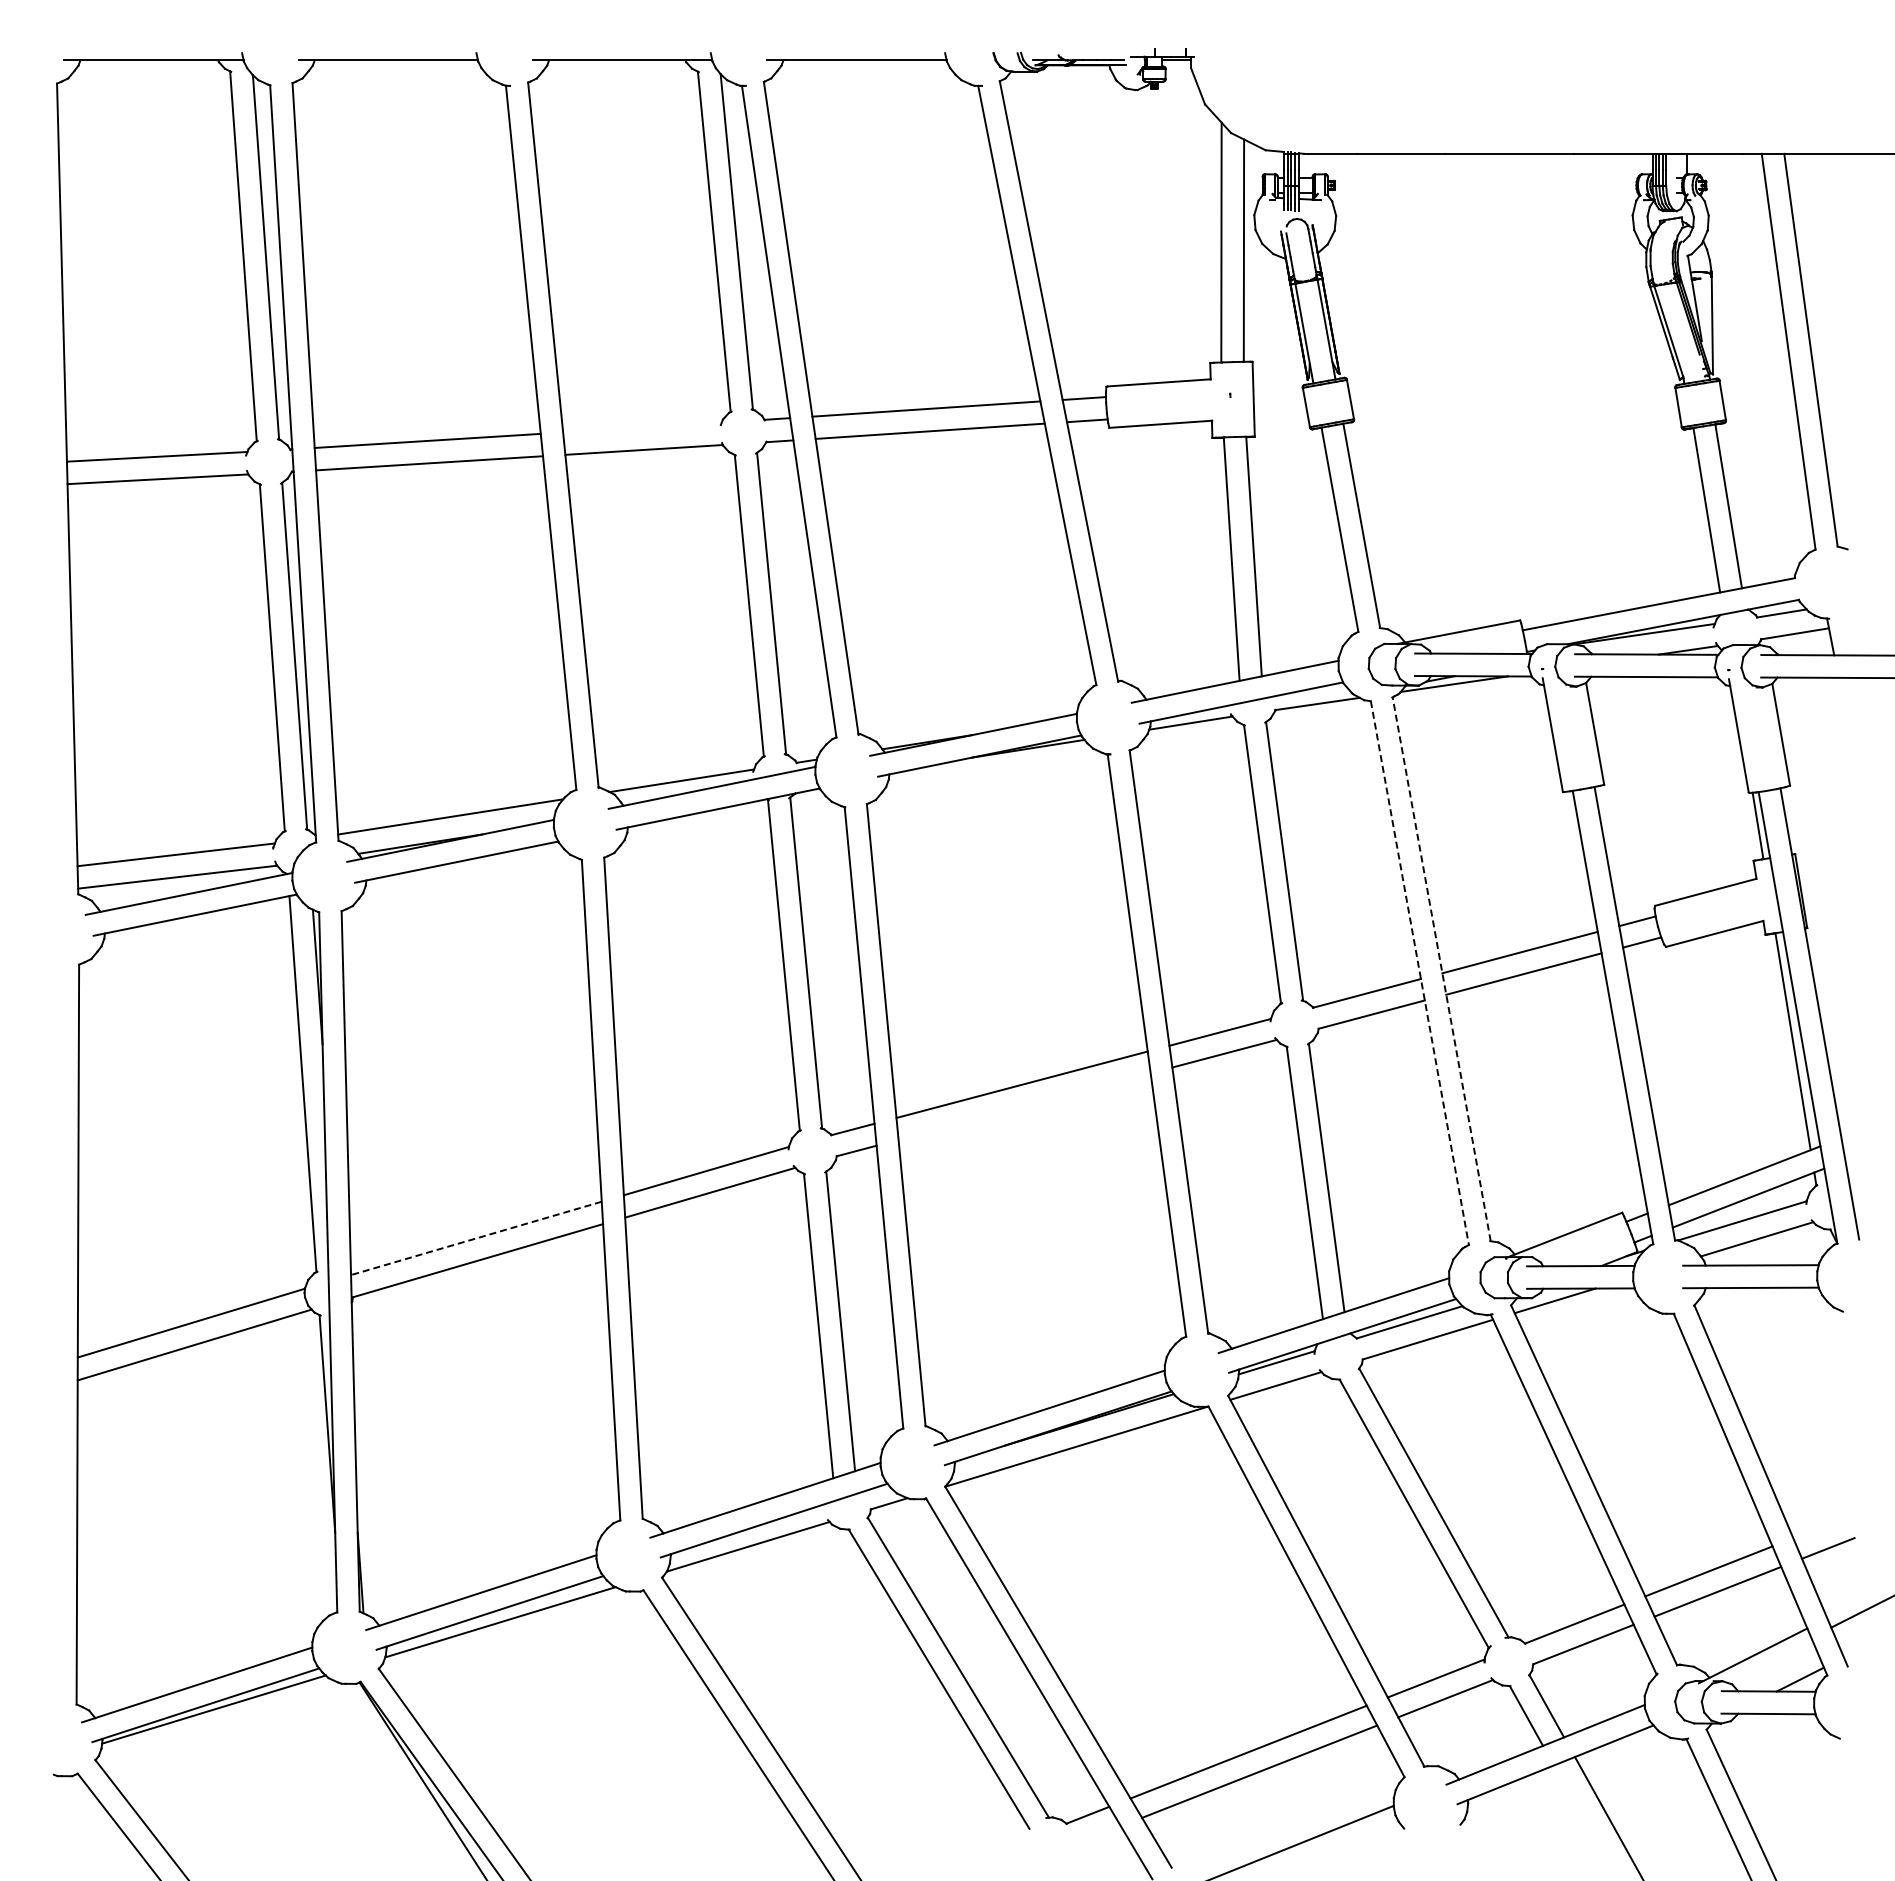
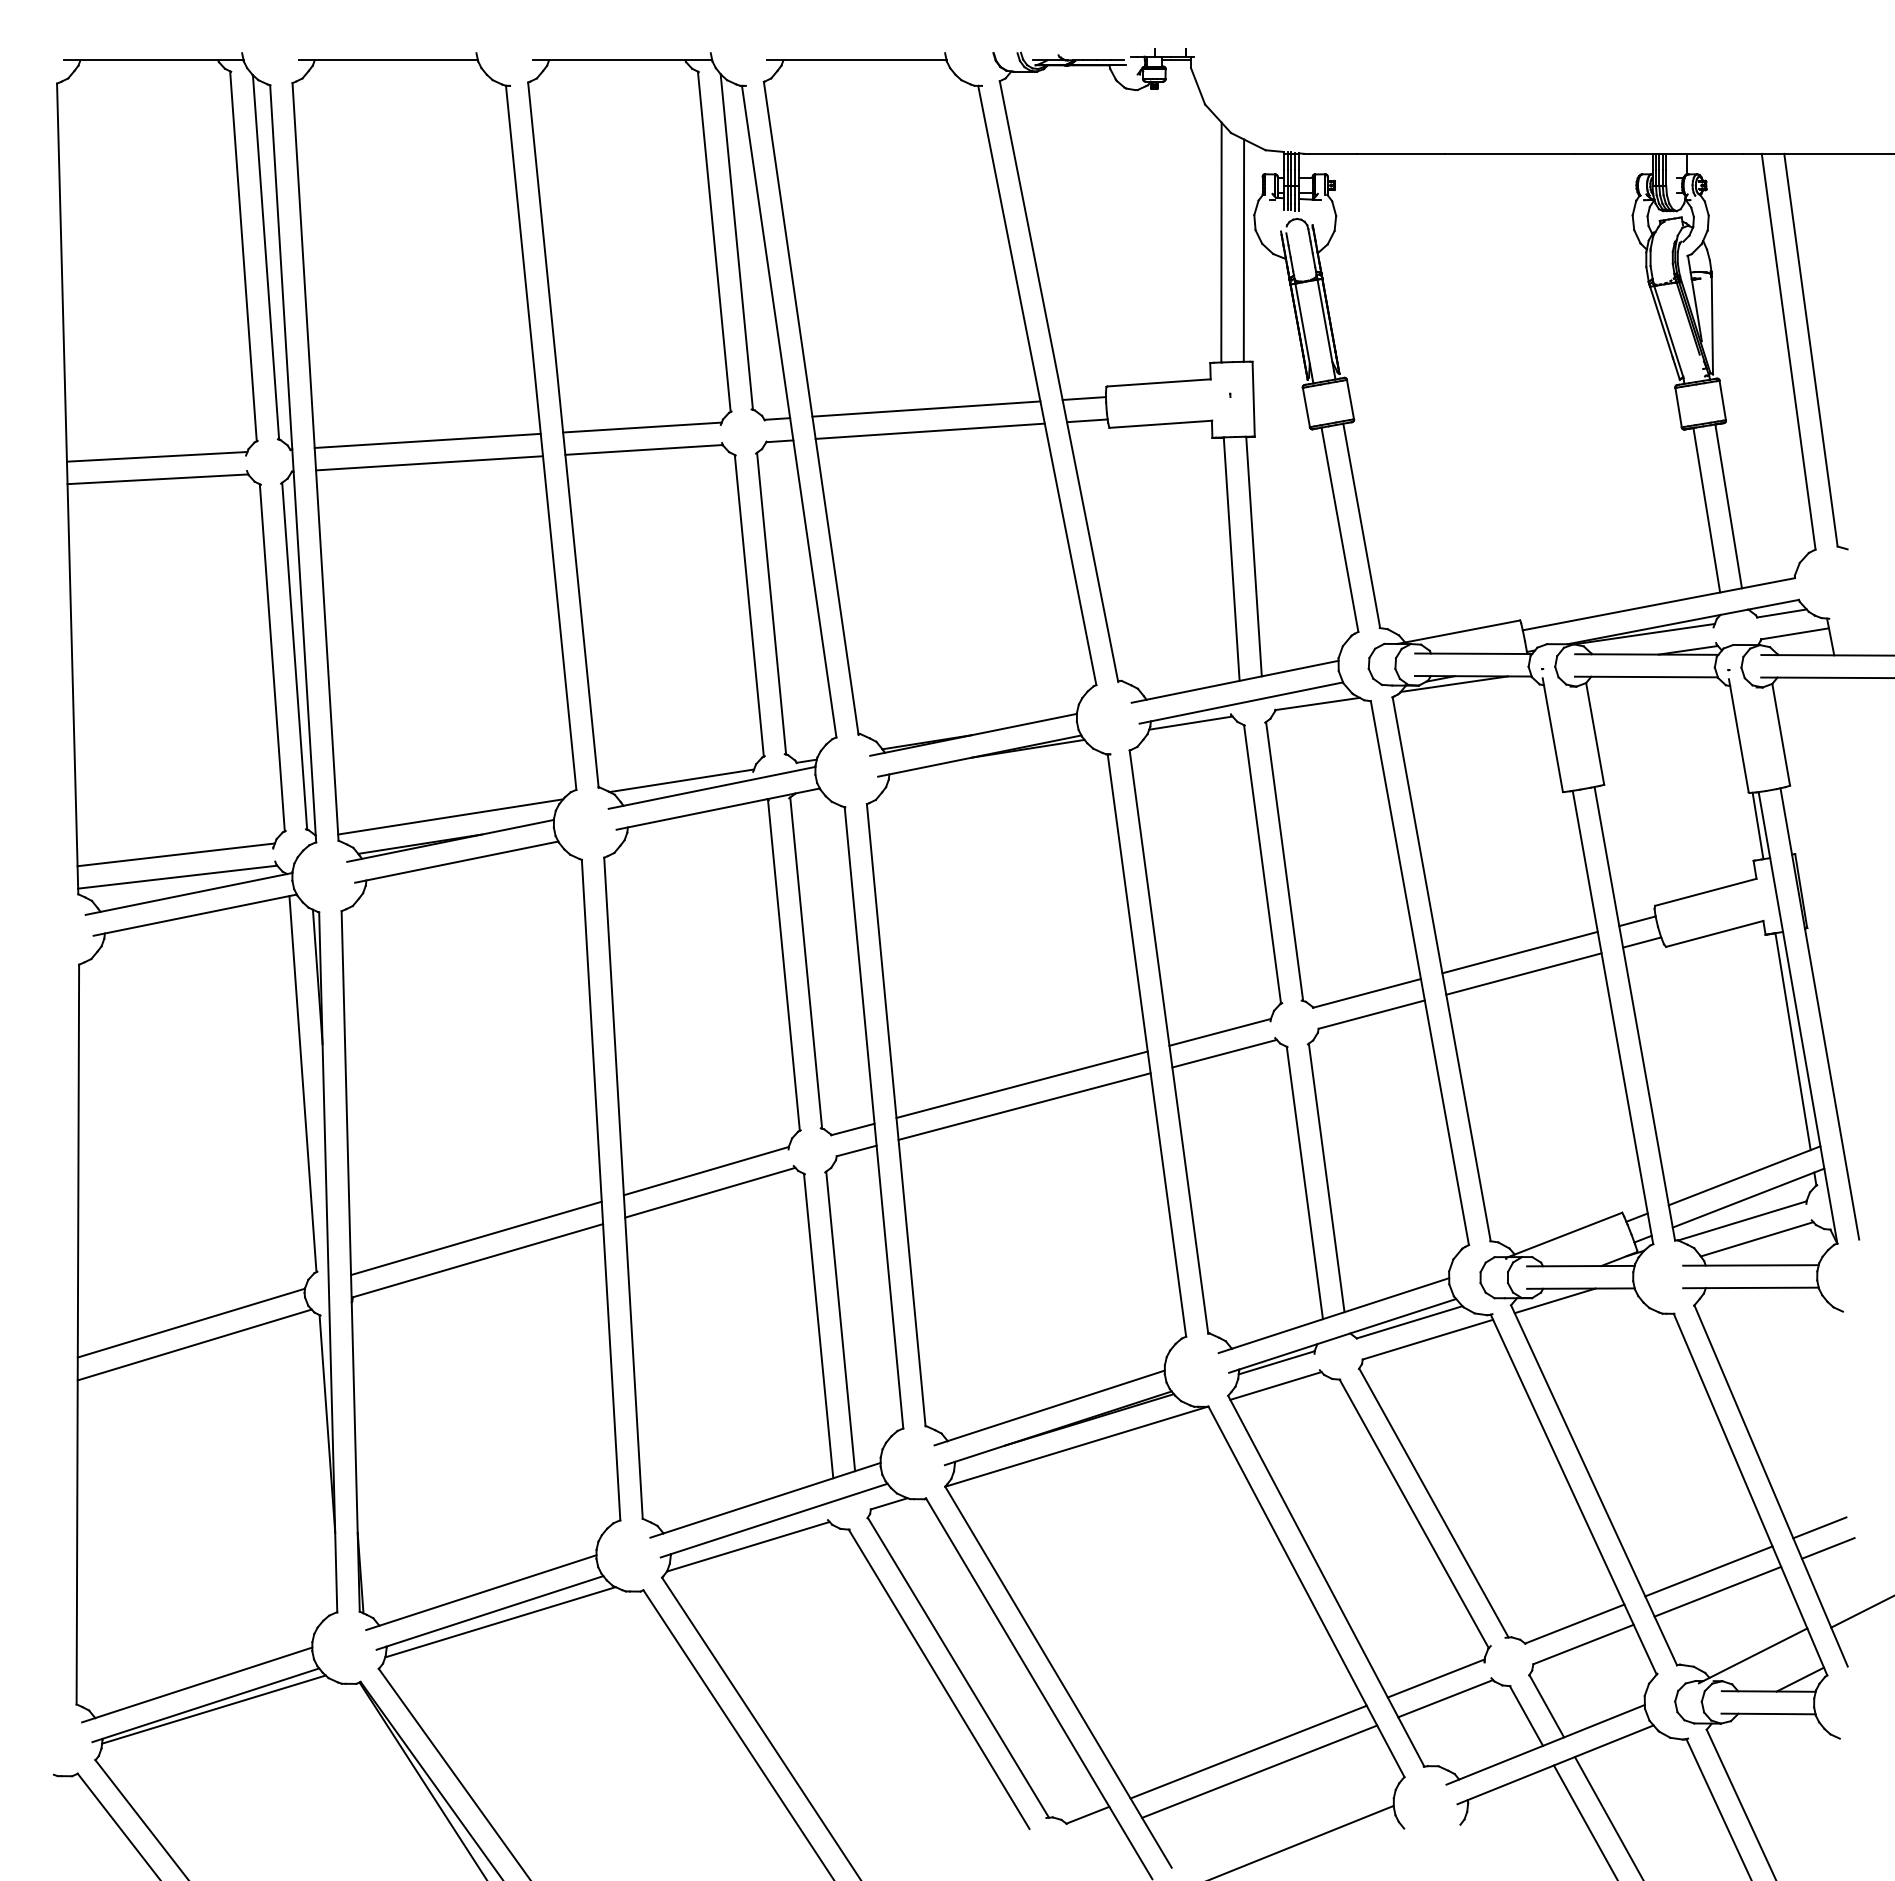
line at (642, 427): none -> present
line at (1441, 968): dashed -> solid
line at (1419, 973): dashed -> solid
line at (1024, 1106): none -> present
line at (476, 1238): dashed -> solid
line at (1819, 1527): none -> present
line at (1584, 1821): none -> present
